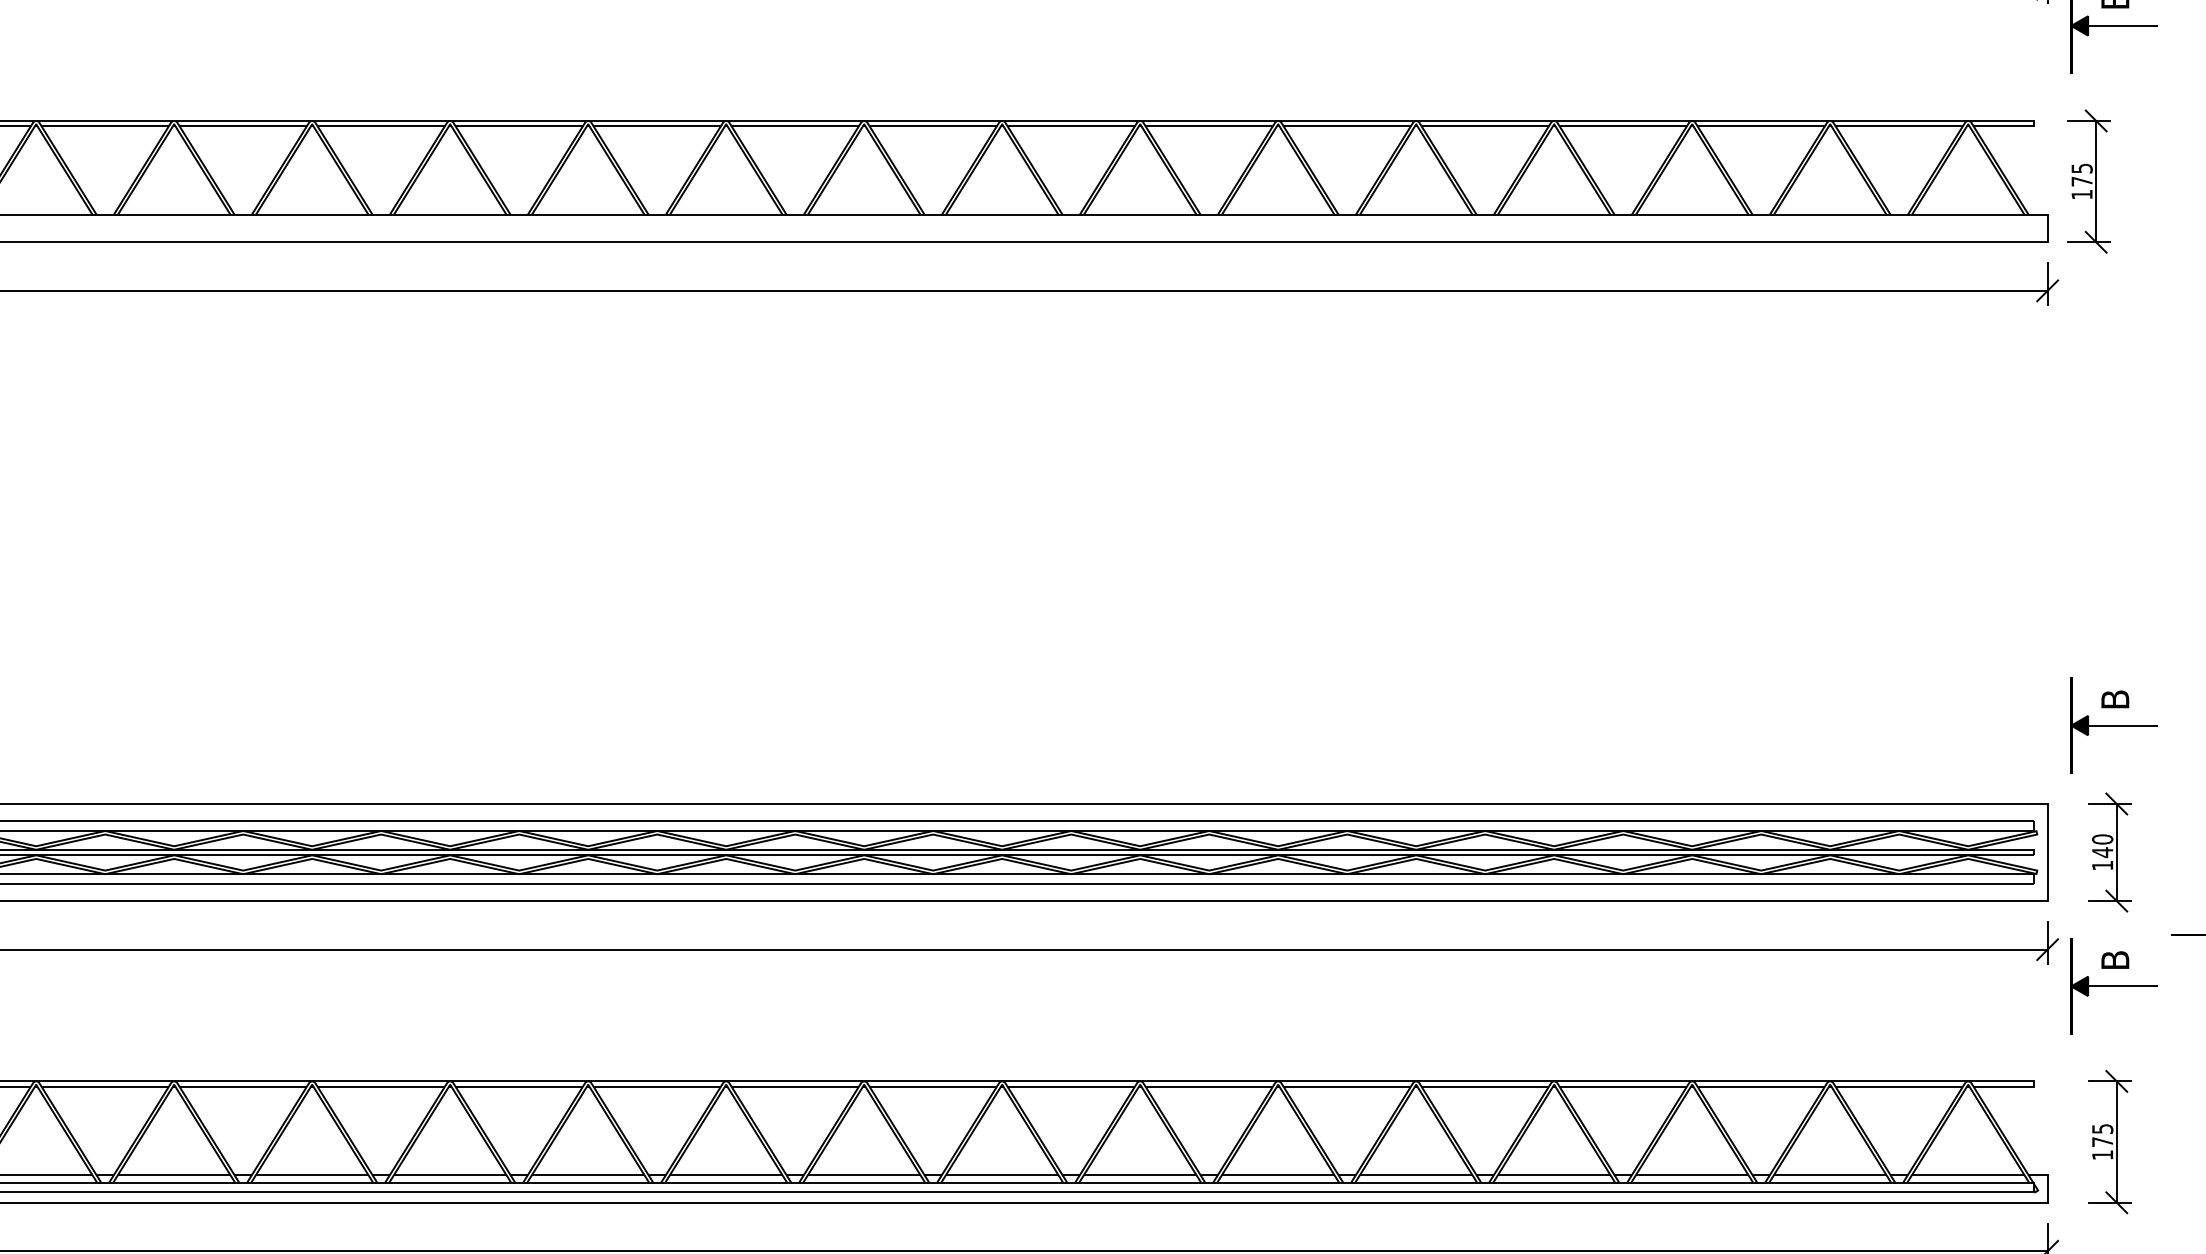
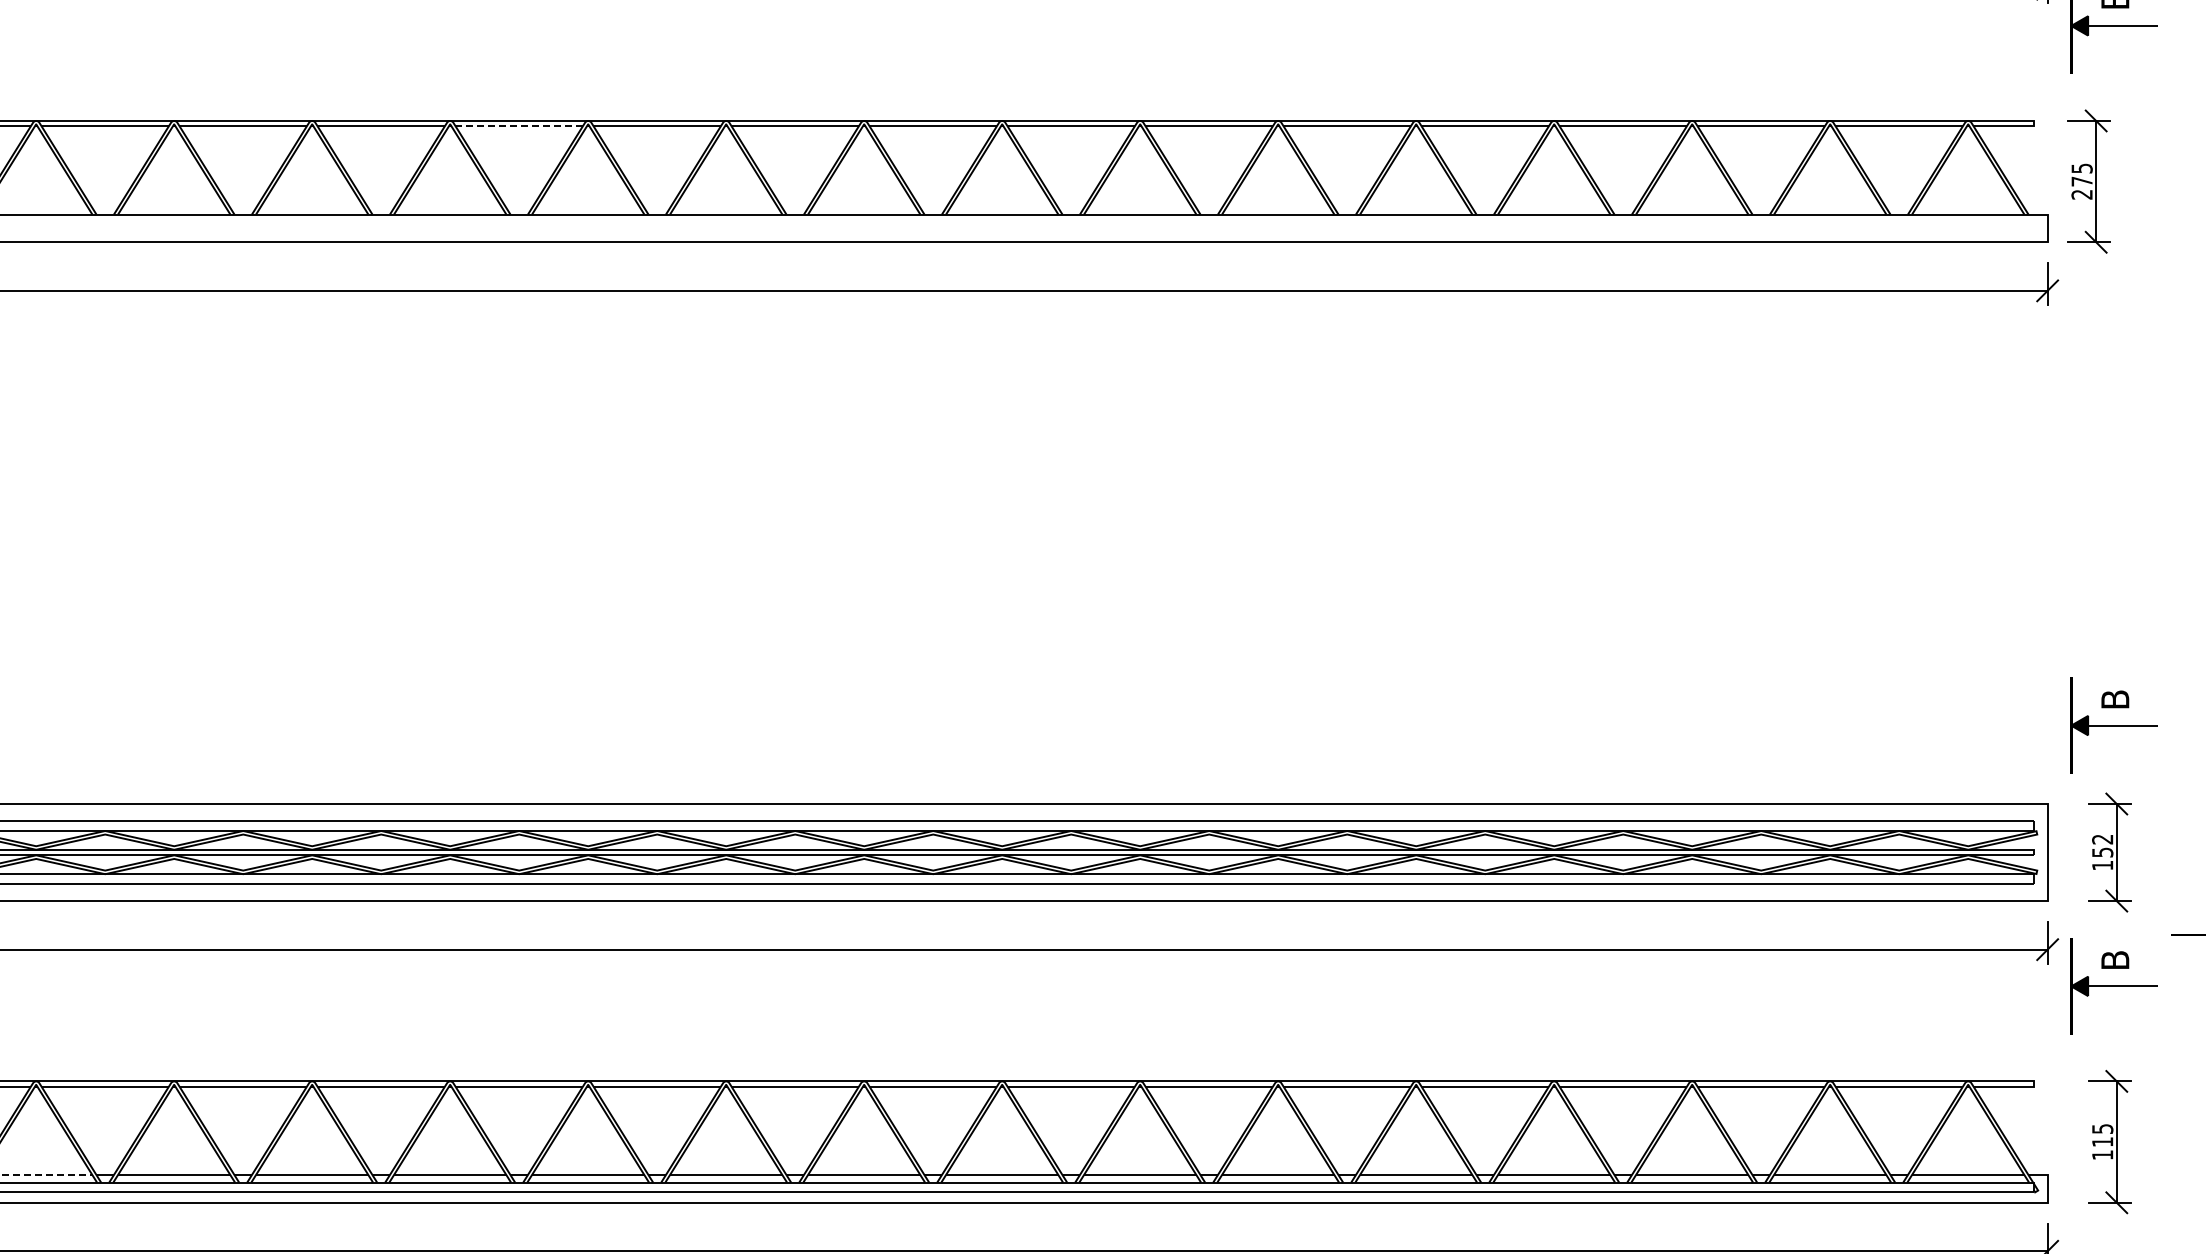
line at (519, 126): solid -> dashed
text at (2081, 194): 175 -> 275
text at (2102, 845): 140 -> 152
text at (2102, 1141): 175 -> 115
line at (46, 1175): solid -> dashed
